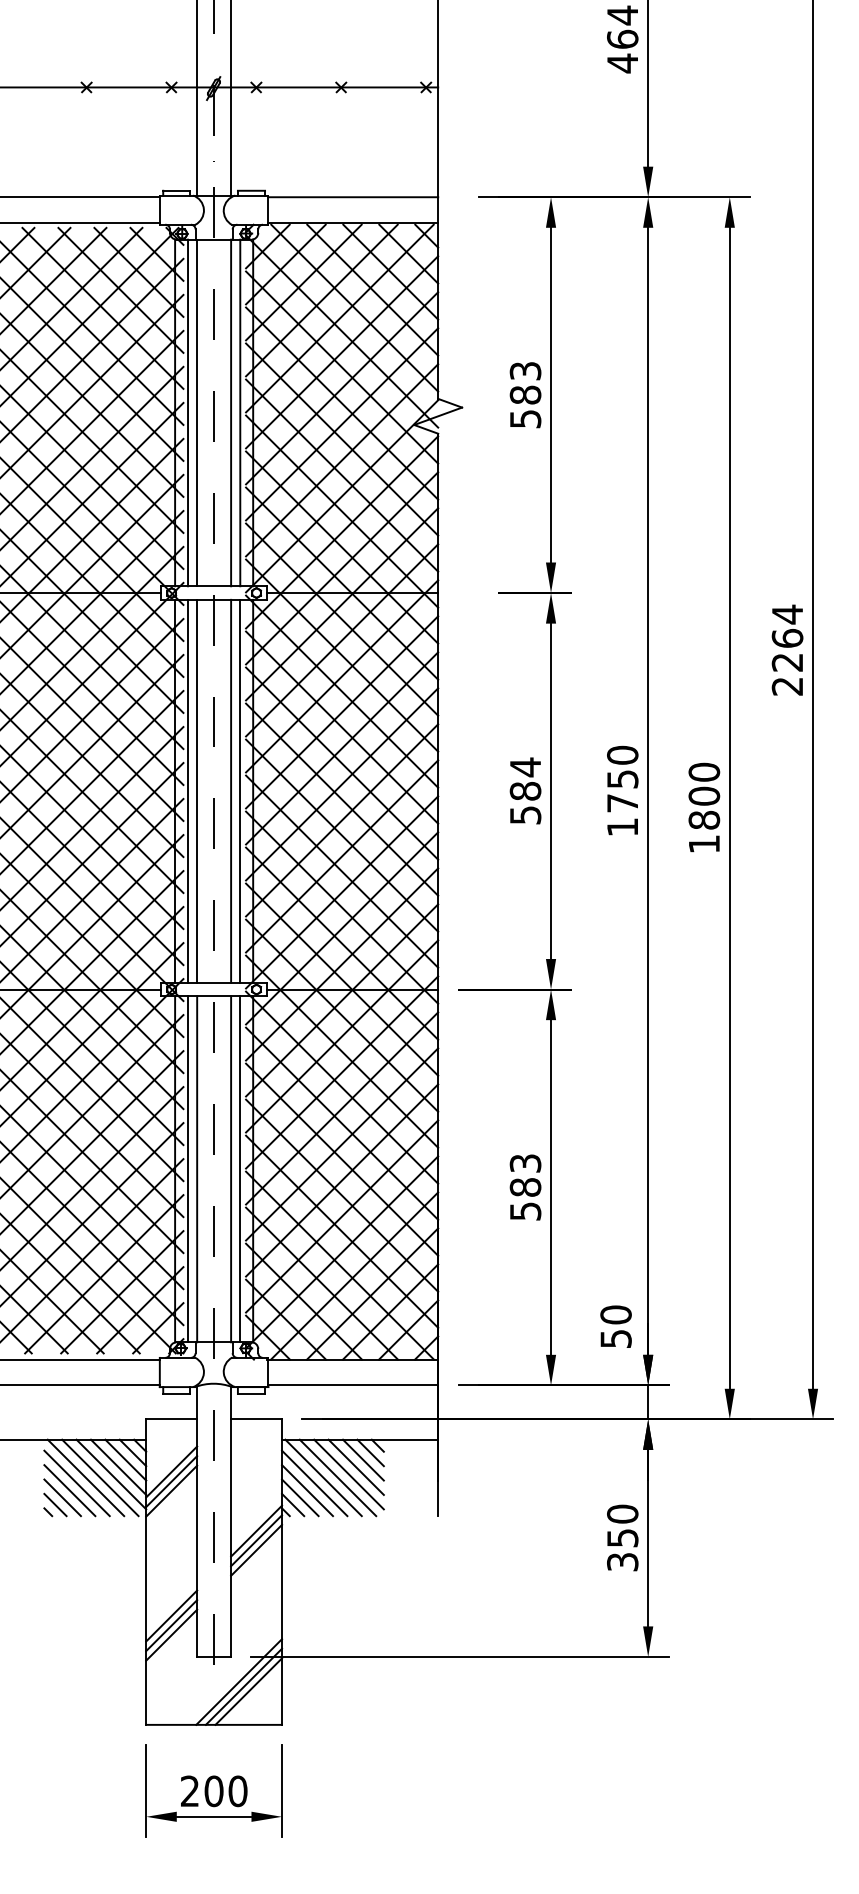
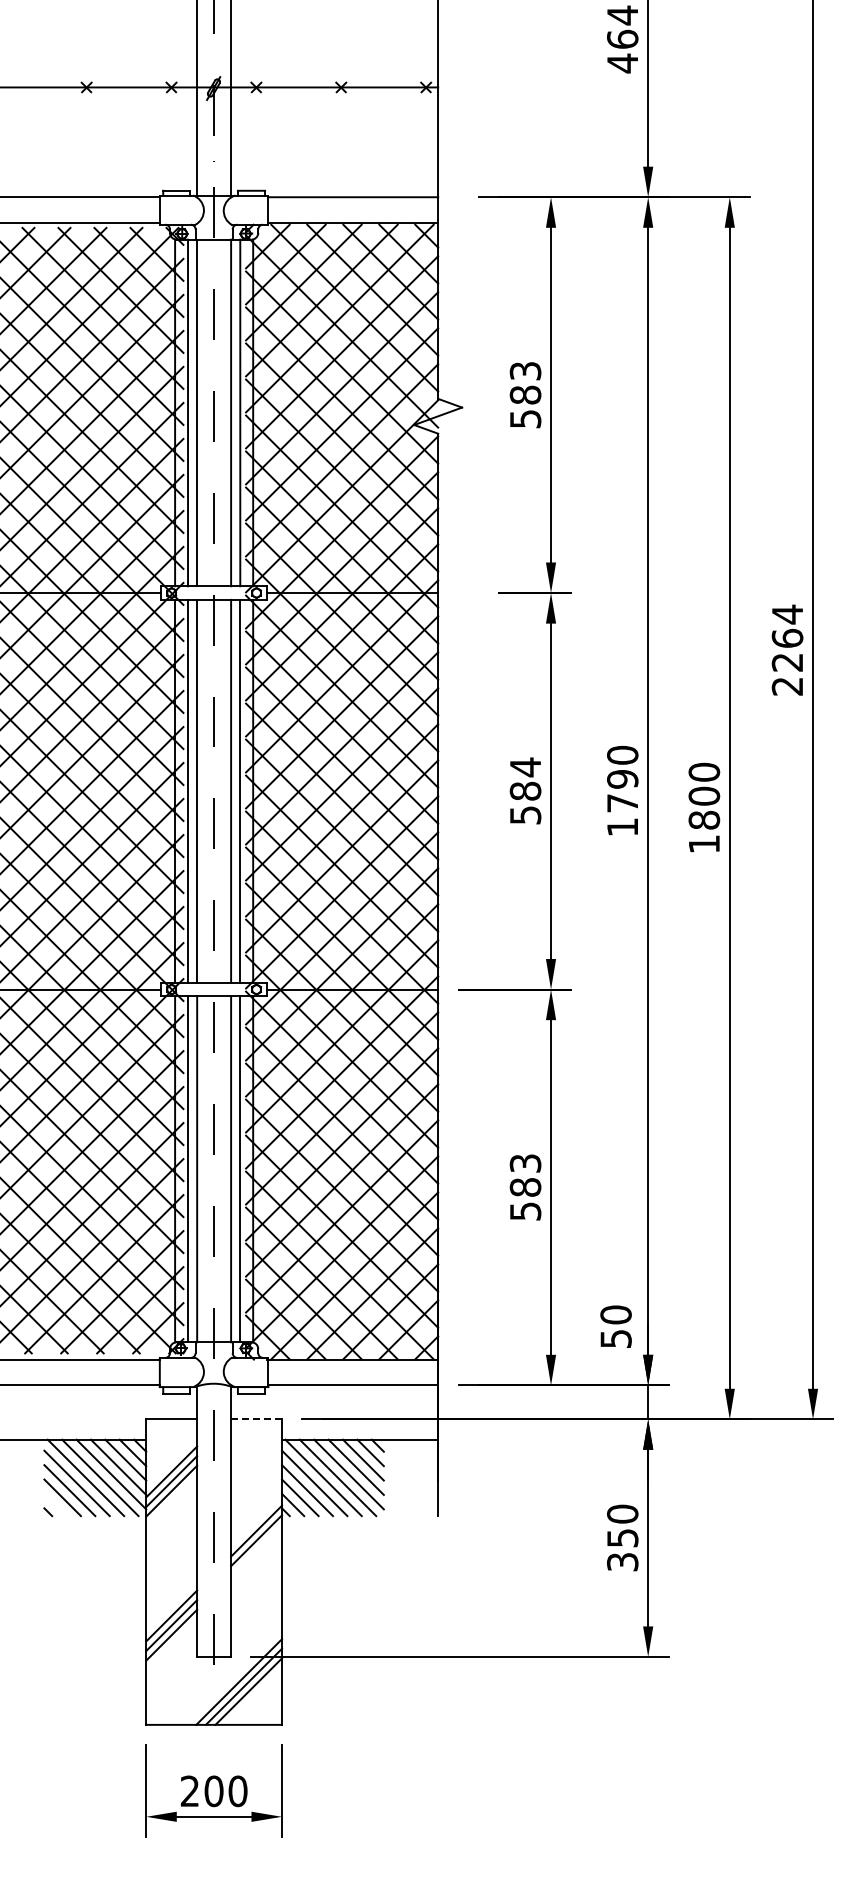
text at (622, 779): 1750 -> 1790
line at (257, 1419): solid -> dashed
line at (55, 1504): present -> none
line at (256, 1549): present -> none
